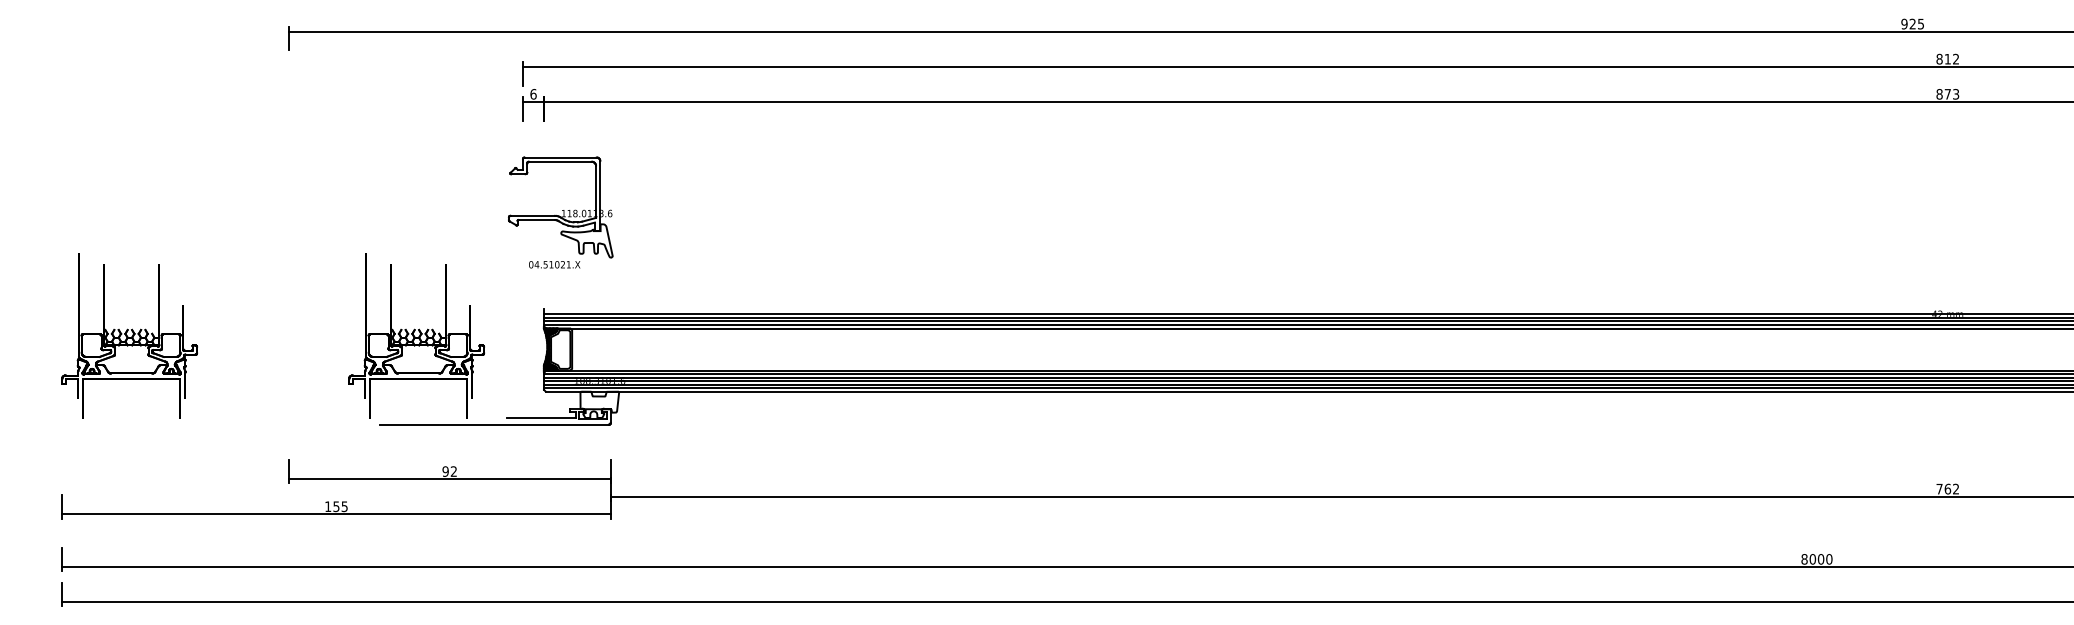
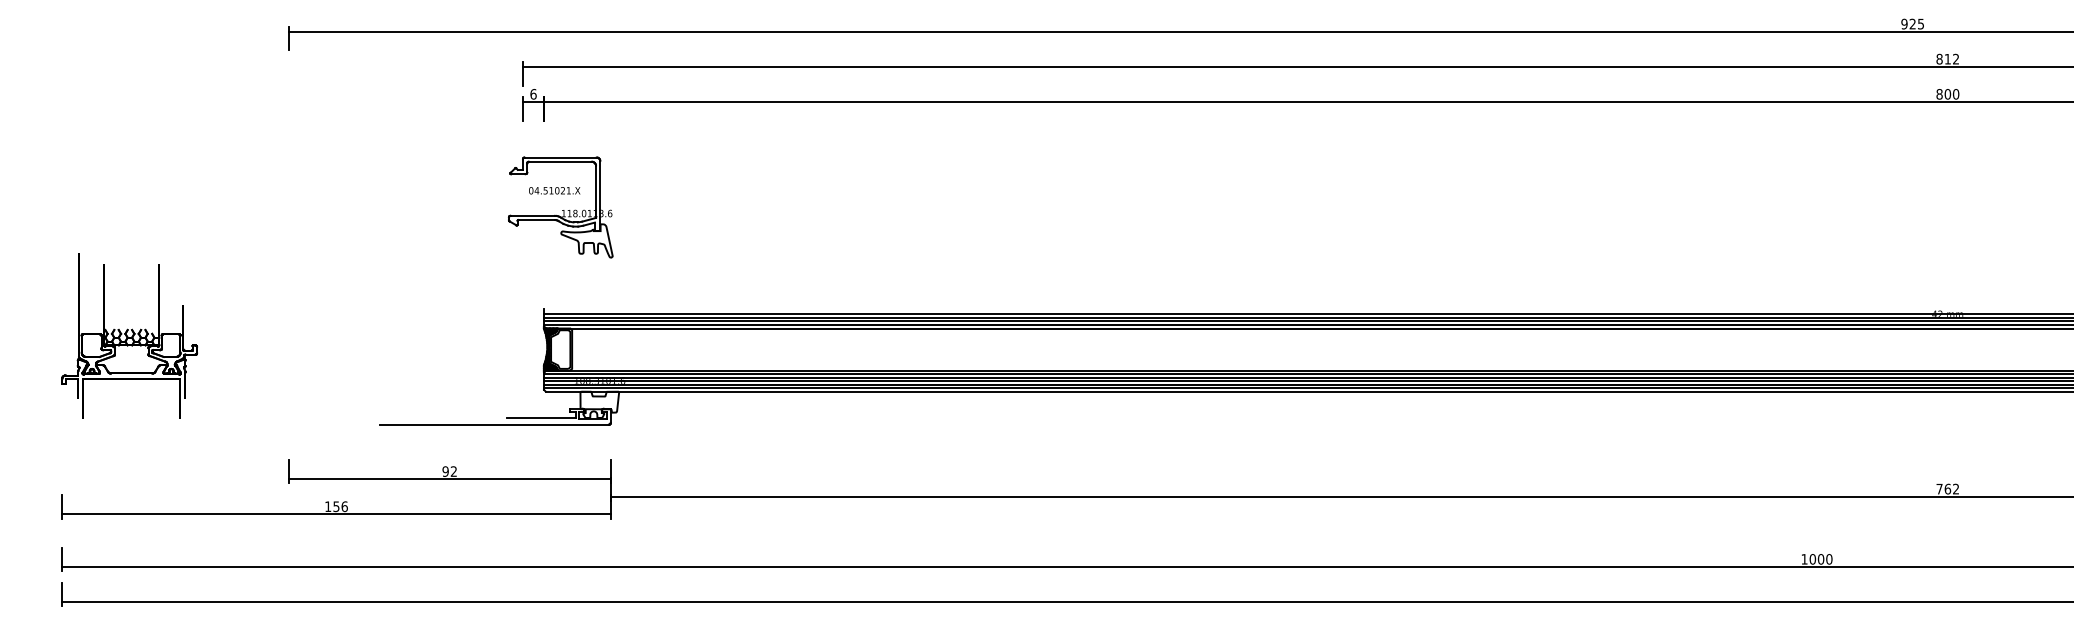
text at (1951, 94): 873 -> 800
text at (554, 264) position: (554, 264) -> (554, 190)
part at (416, 335): present -> none
text at (344, 506): 155 -> 156
text at (1804, 559): 8000 -> 1000
